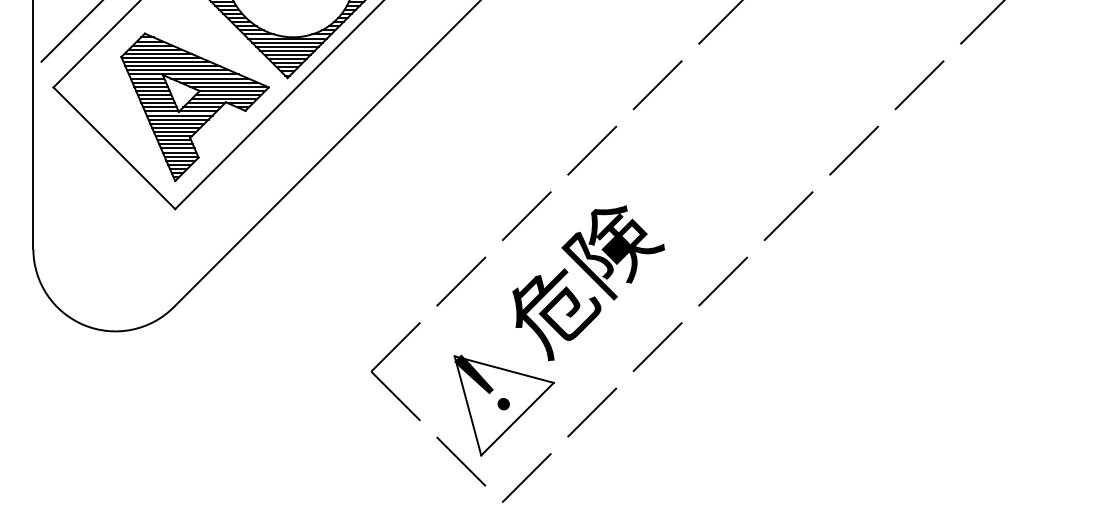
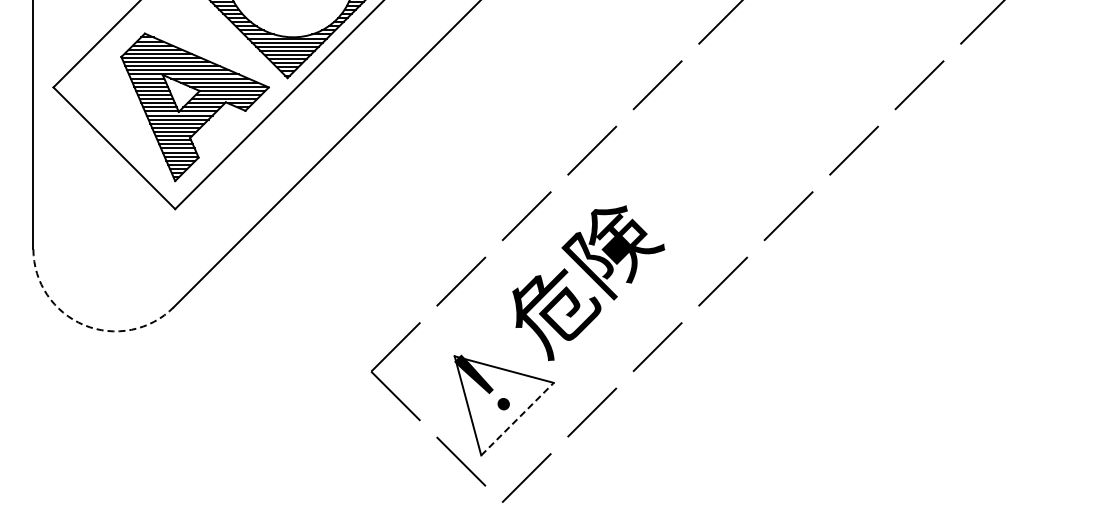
line at (70, 31): present -> none
arc at (84, 325): solid -> dashed
line at (517, 418): solid -> dashed
